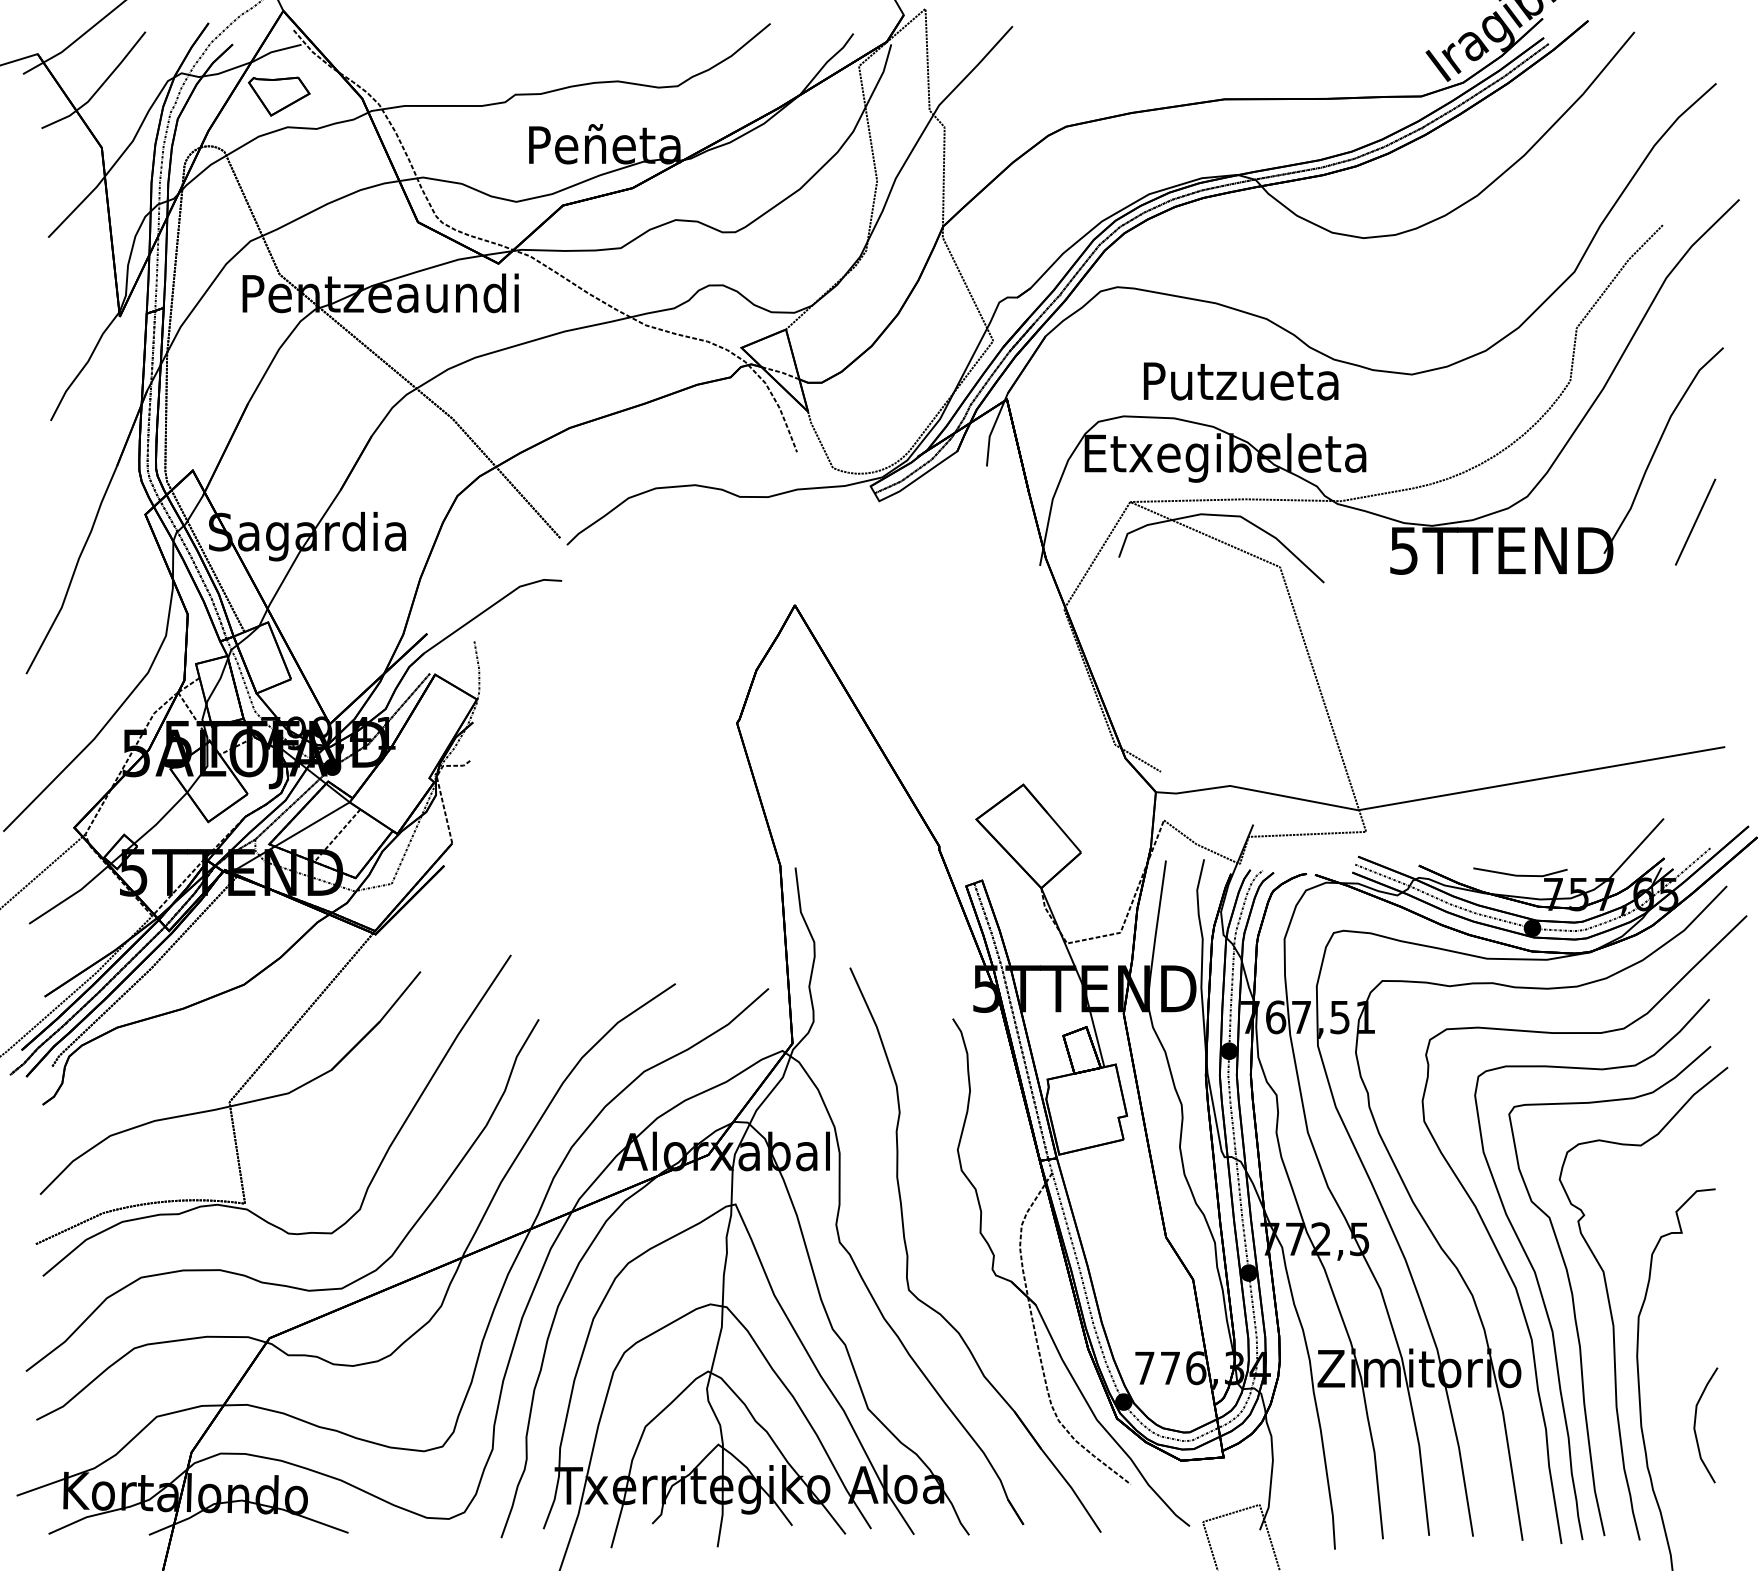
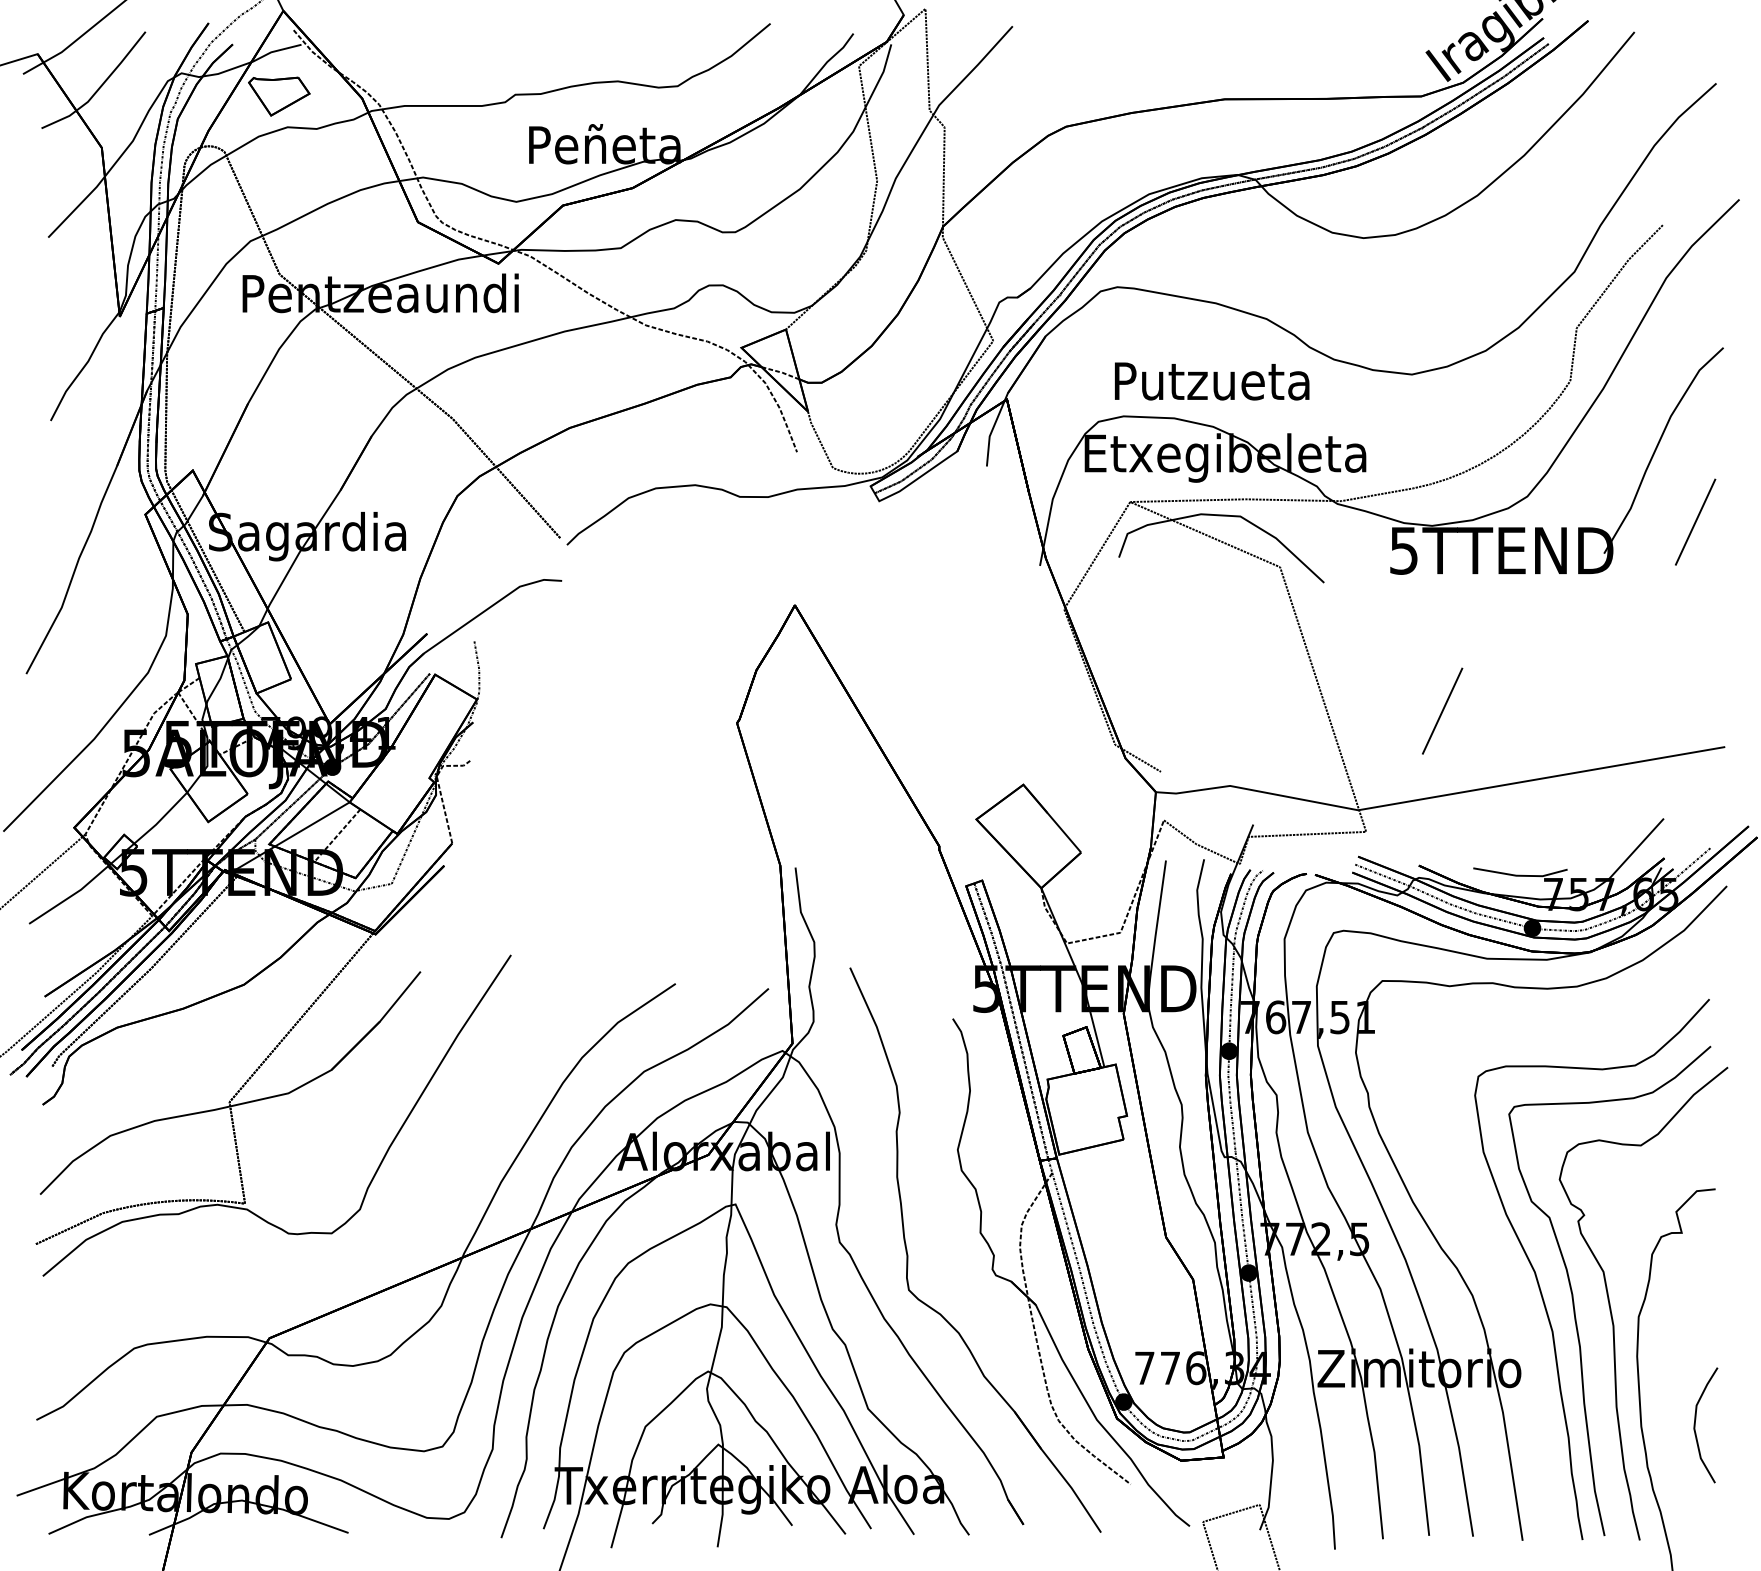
text at (1241, 381) position: (1241, 381) -> (1212, 381)
line at (1442, 710): none -> present
part at (1507, 1268): present -> none
curve at (252, 1277): present -> none
